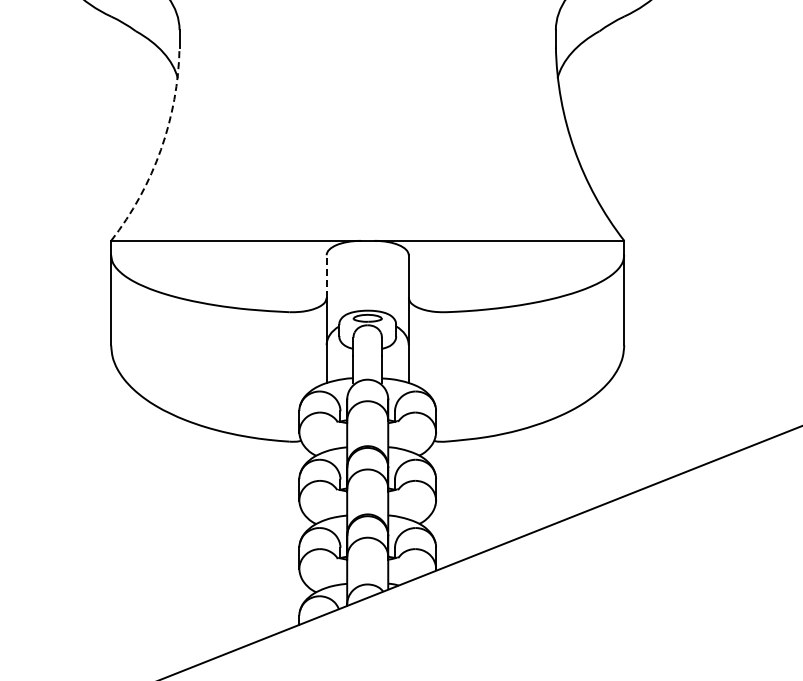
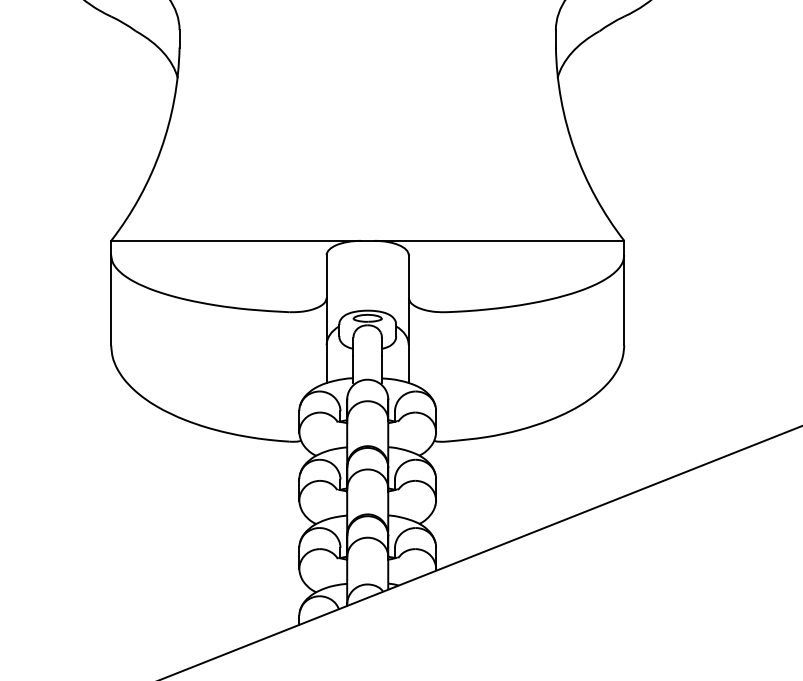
arc at (161, 149): dashed -> solid
line at (326, 276): dashed -> solid
